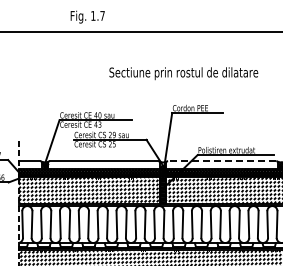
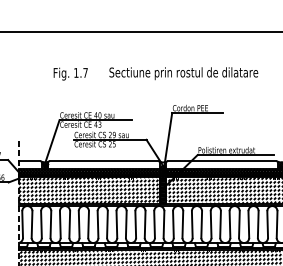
text at (87, 16) position: (87, 16) -> (70, 73)
line at (221, 161): dashed -> solid
